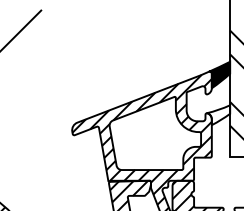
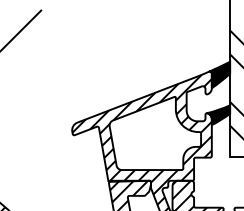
fill at (218, 115): none -> present
